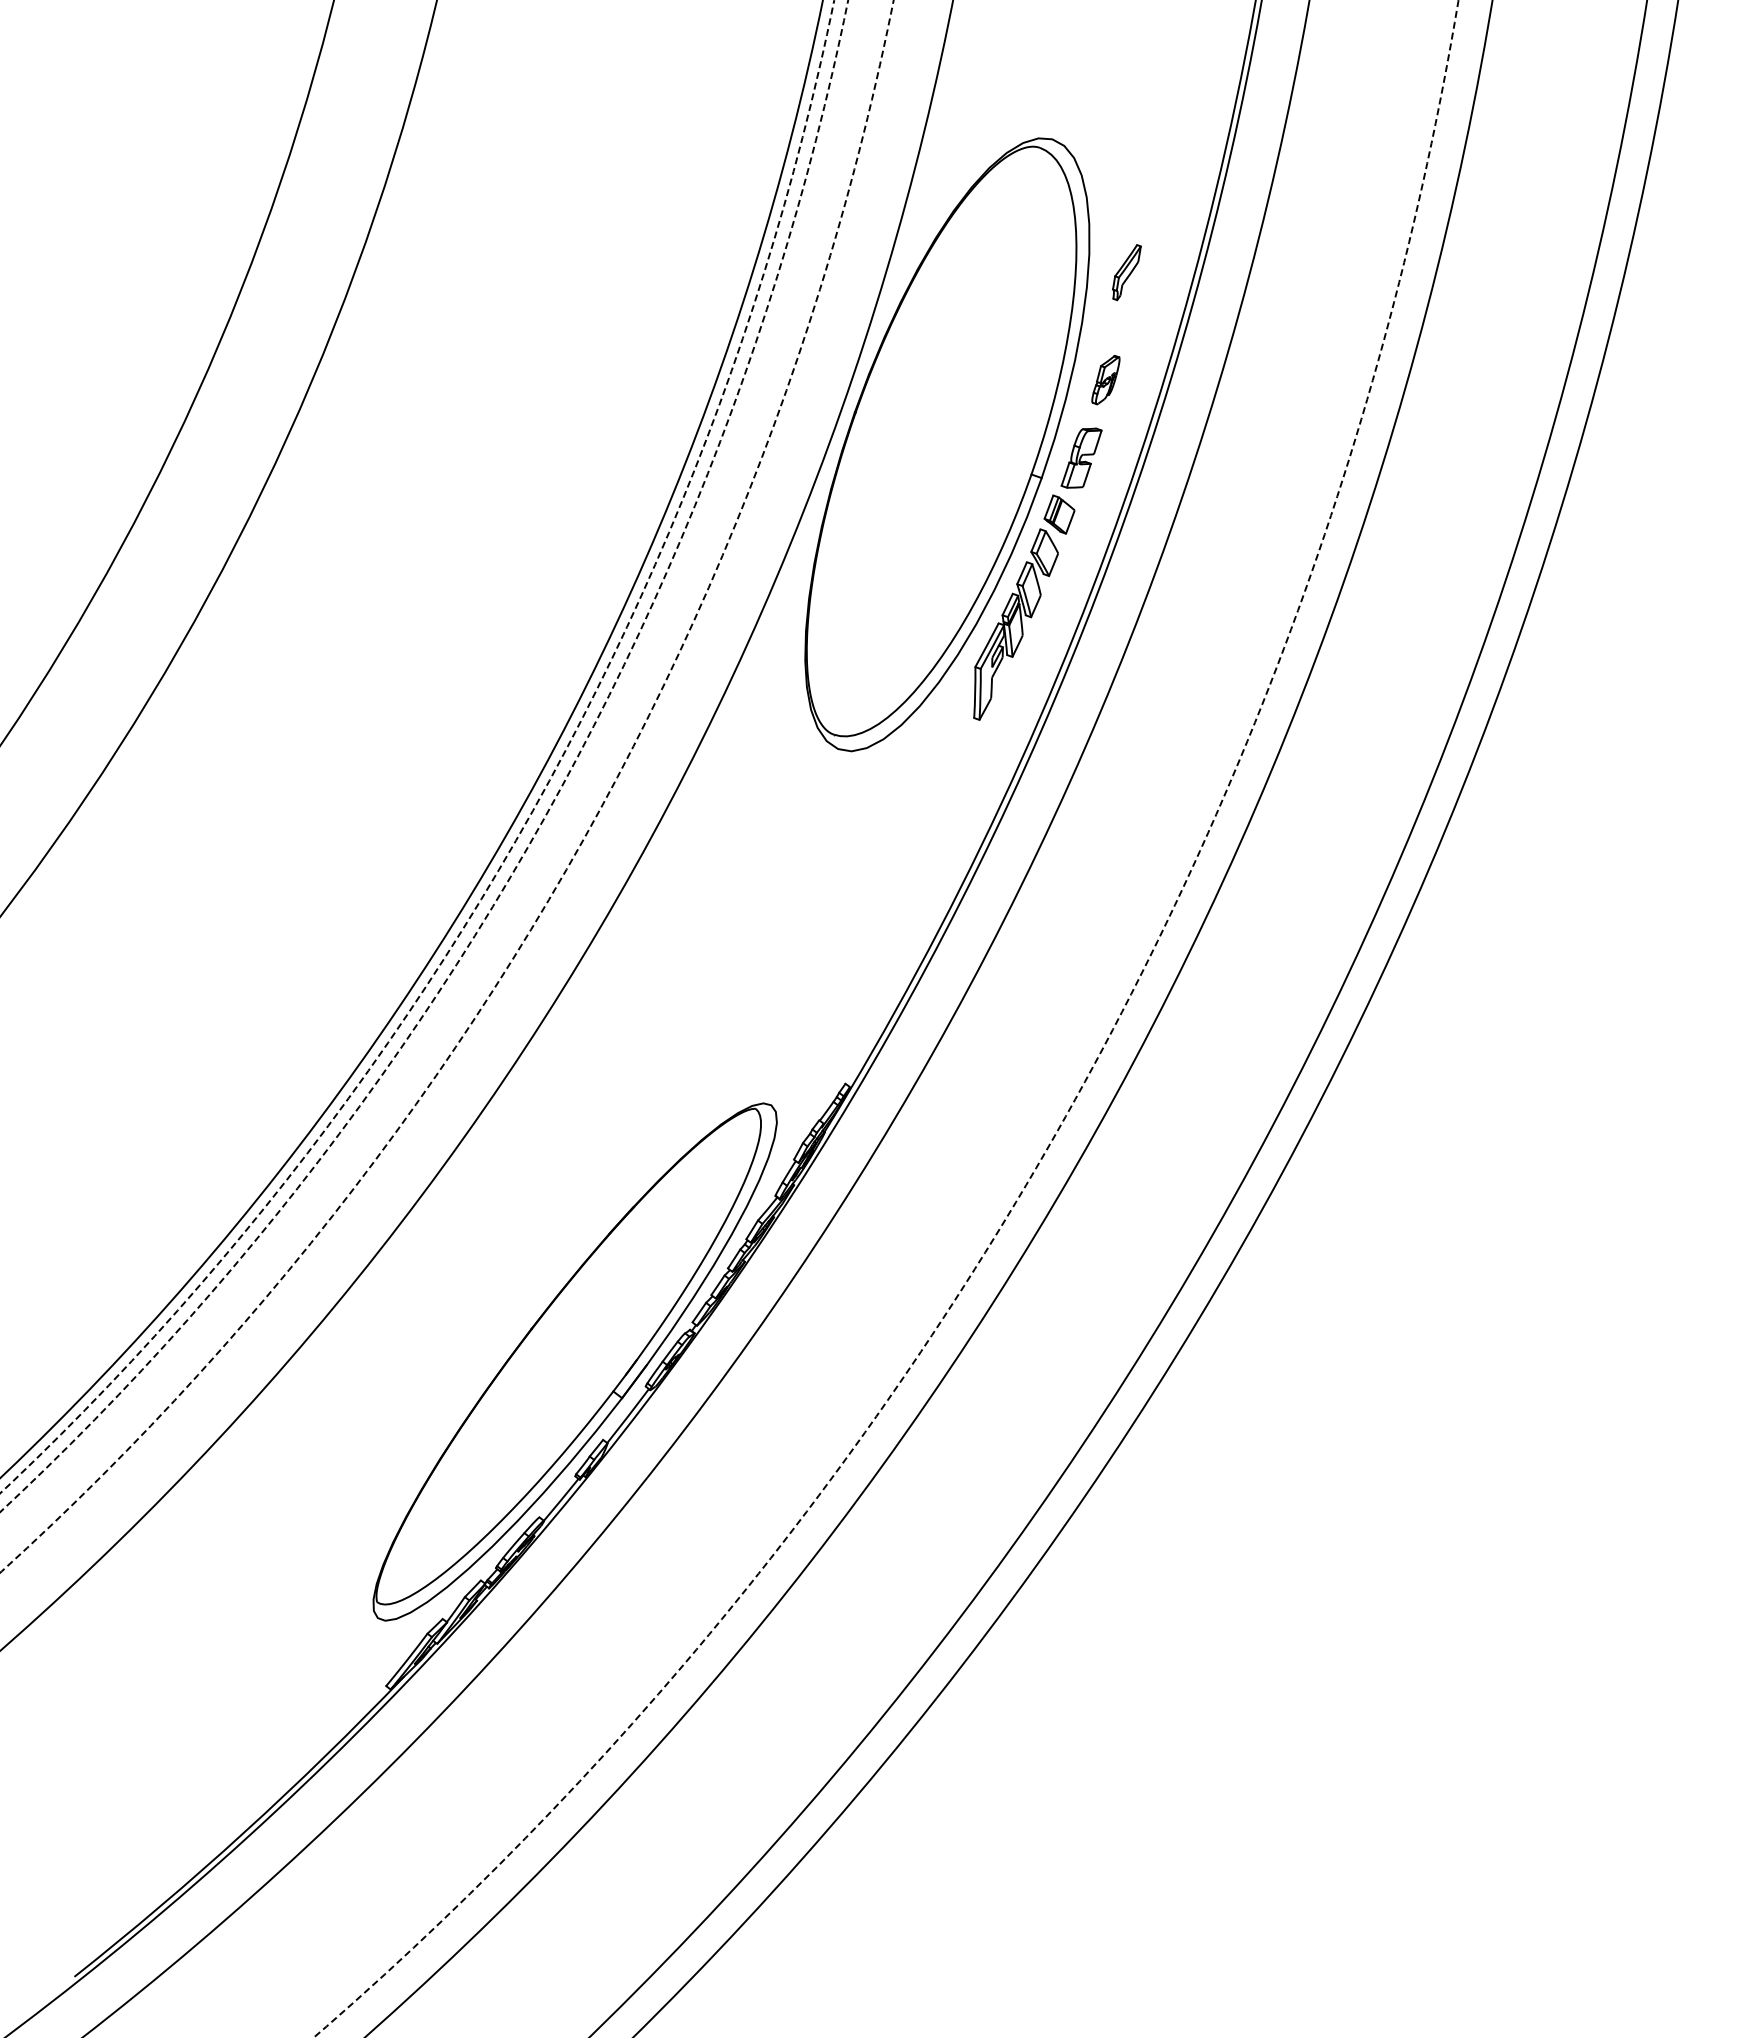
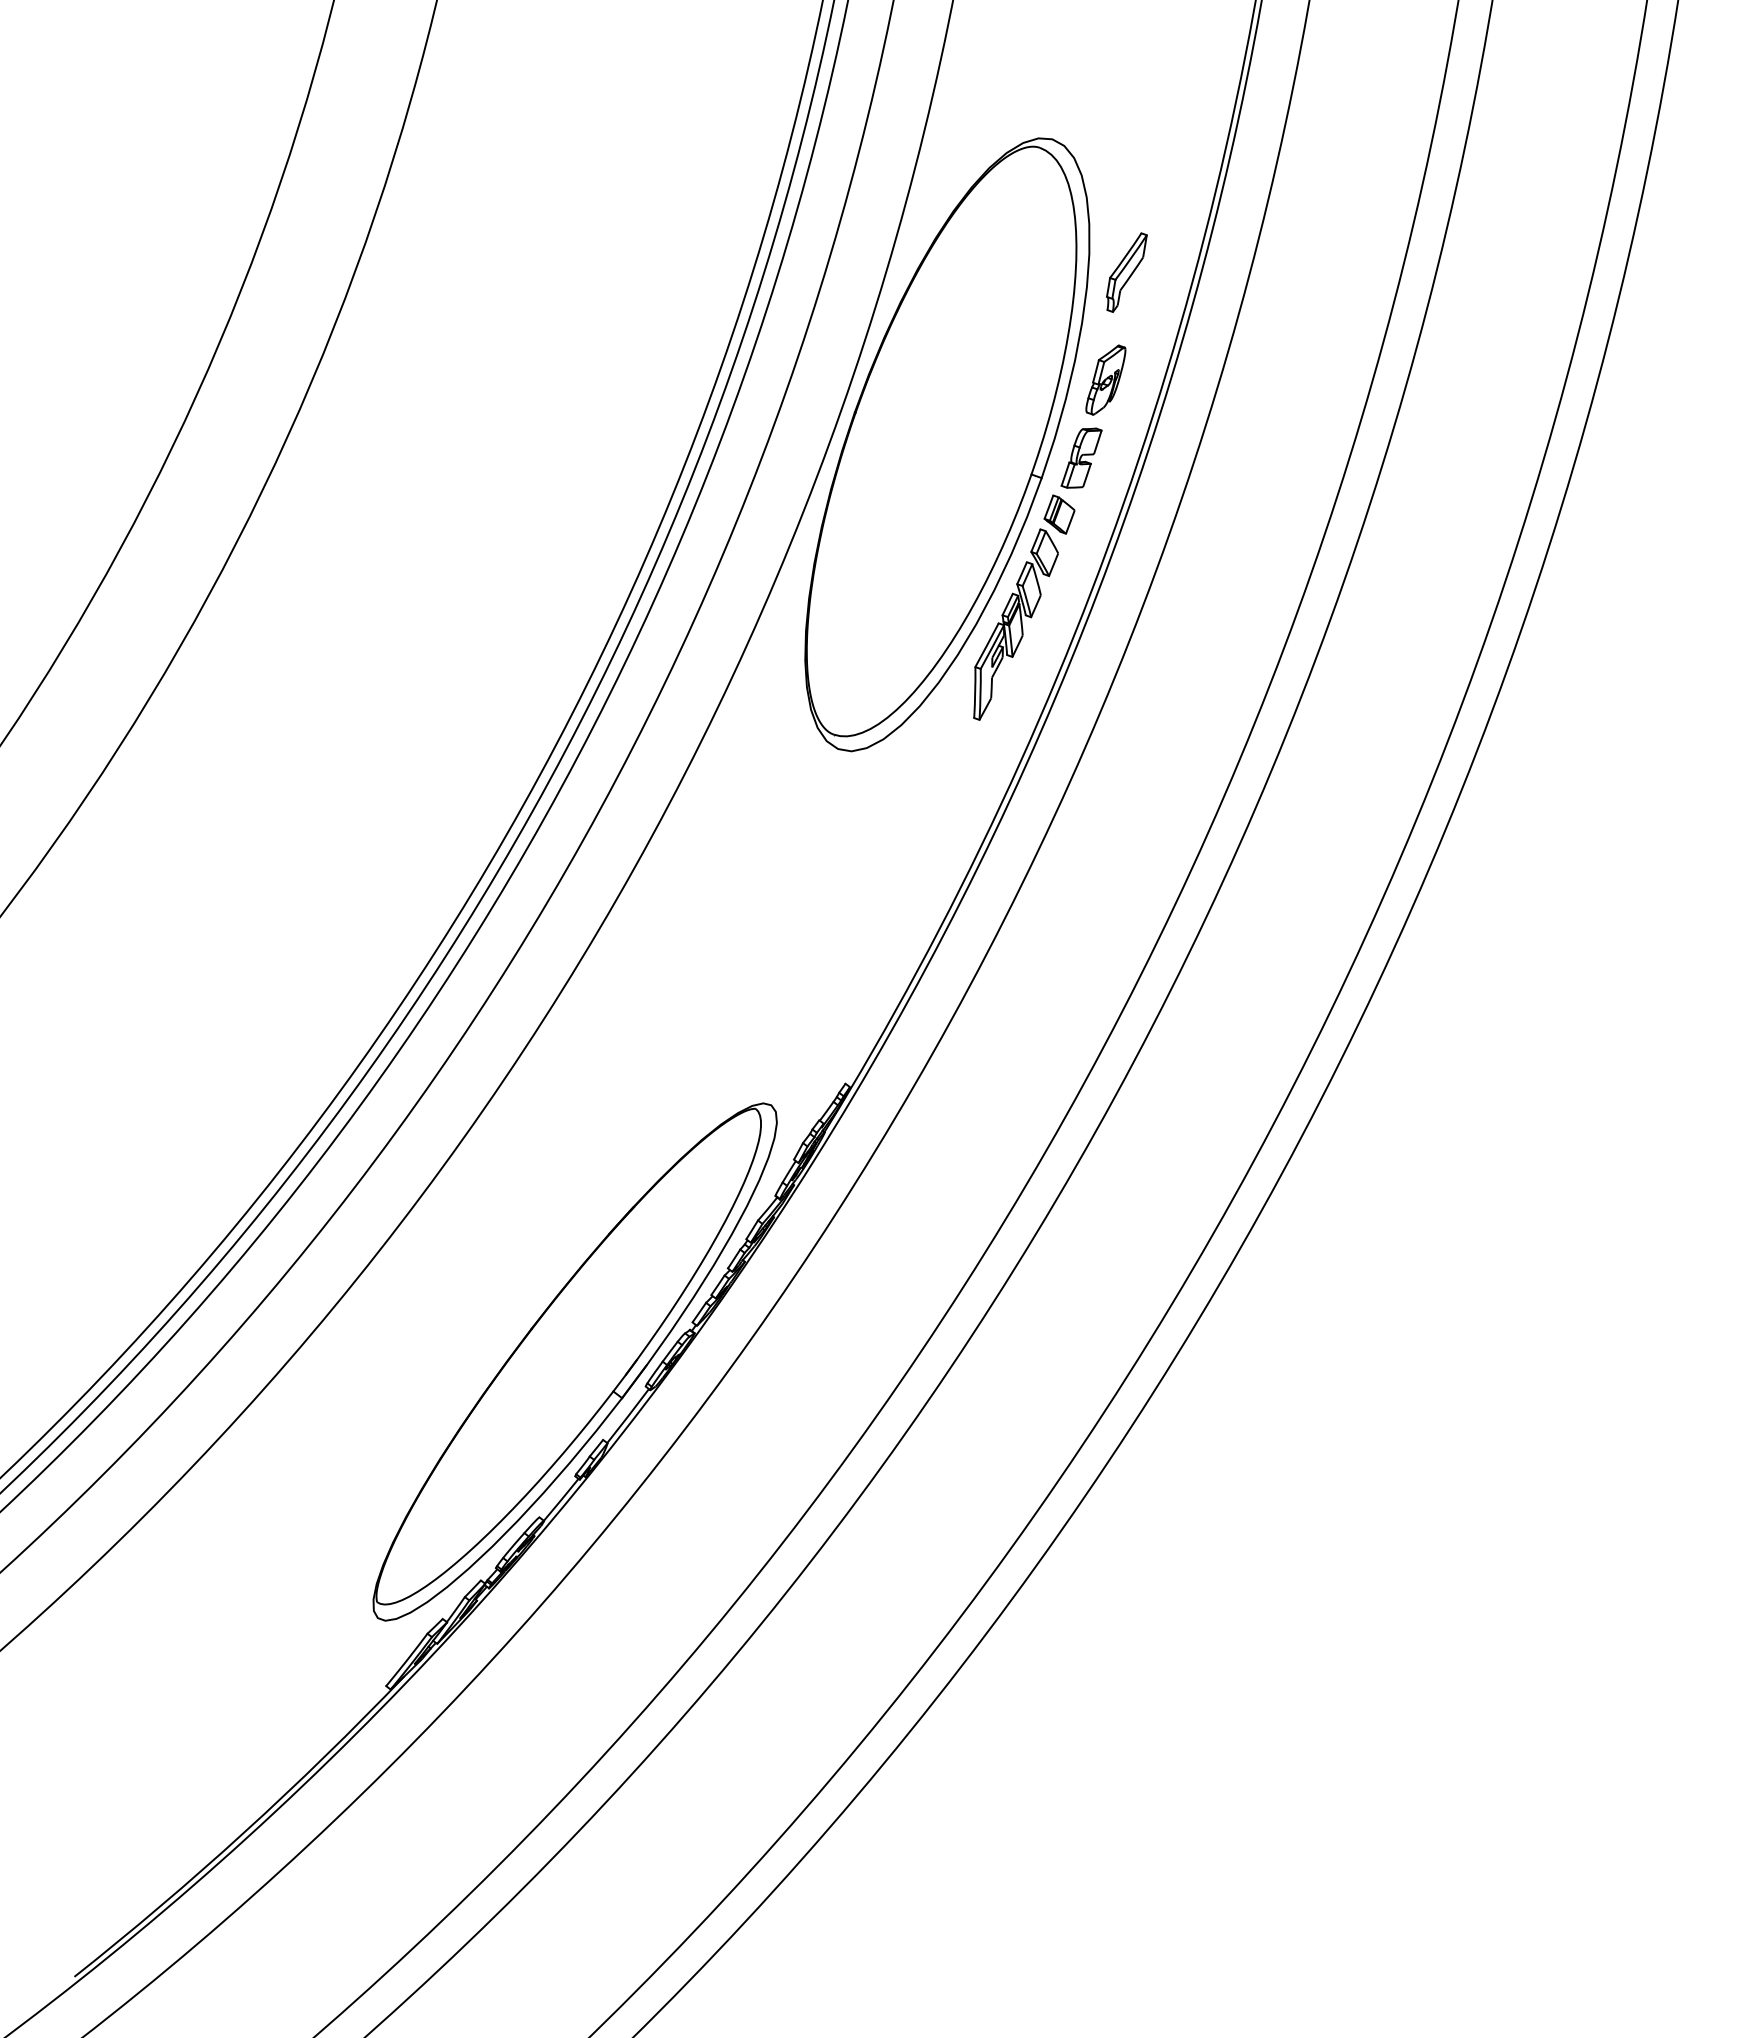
part at (1126, 272) size: 30x58 px -> 42x81 px
part at (1105, 380) size: 30x51 px -> 42x72 px
circle at (417, 746): dashed -> solid
circle at (424, 755): dashed -> solid
circle at (446, 786): dashed -> solid
arc at (1062, 1122): dashed -> solid
